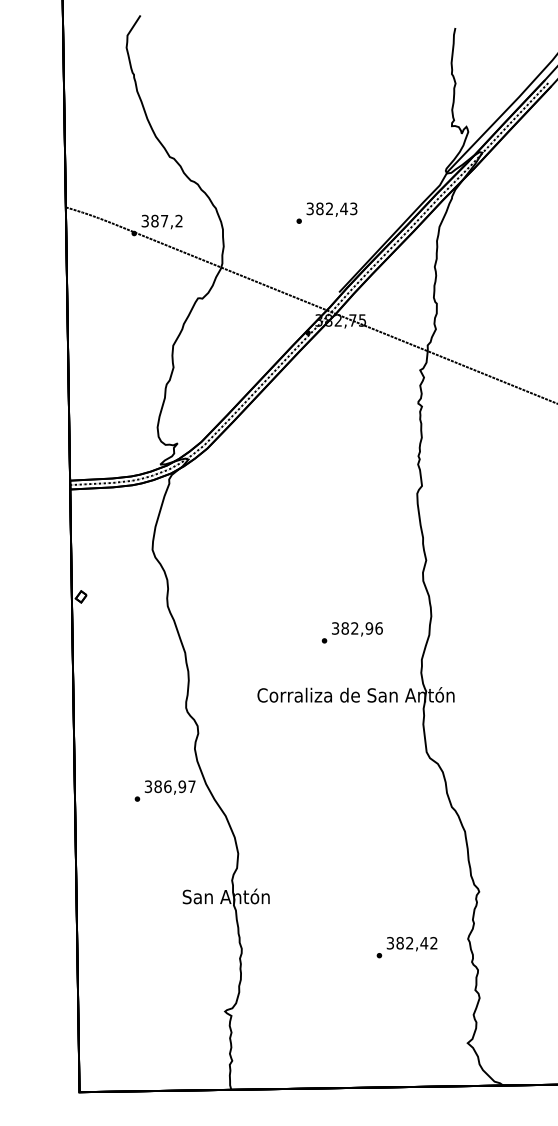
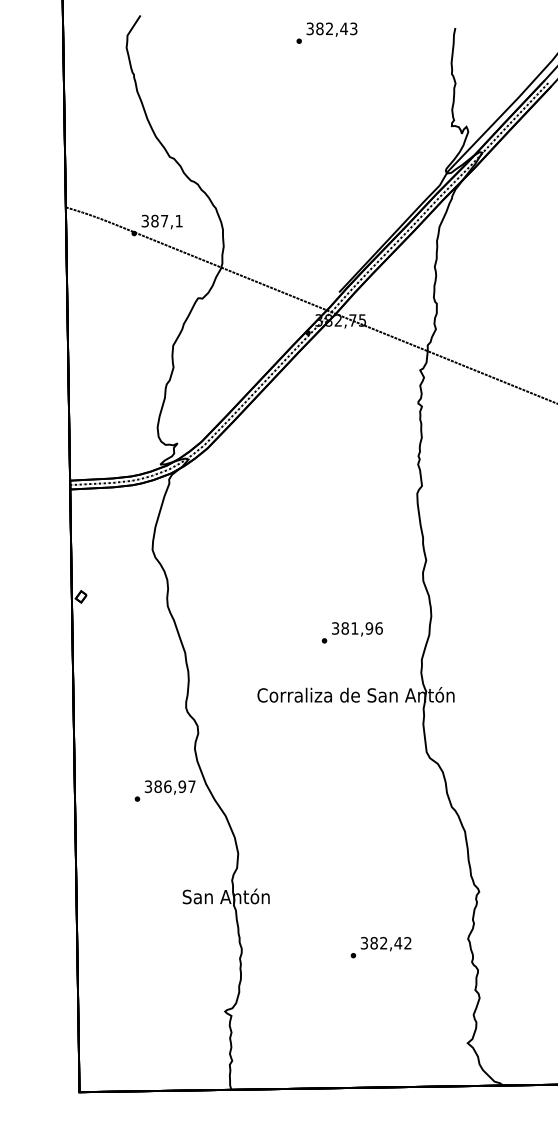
text at (326, 212) position: (326, 212) -> (326, 32)
text at (178, 220): 387,2 -> 387,1
text at (354, 628): 382,96 -> 381,96
text at (406, 947) position: (406, 947) -> (380, 947)
